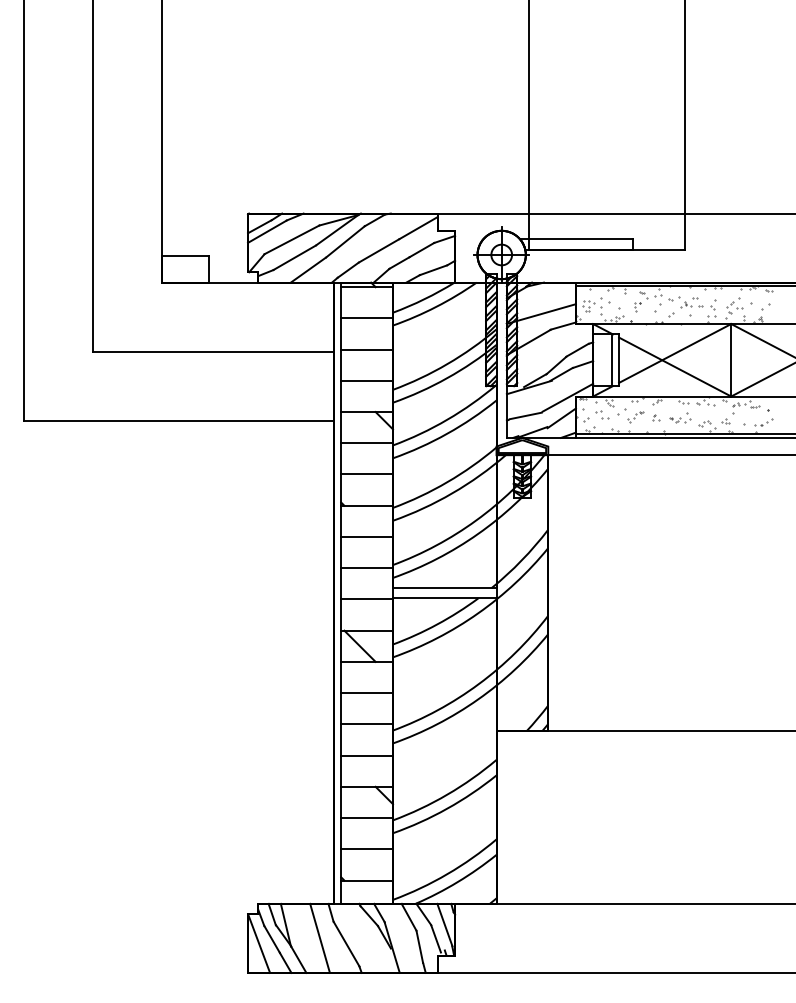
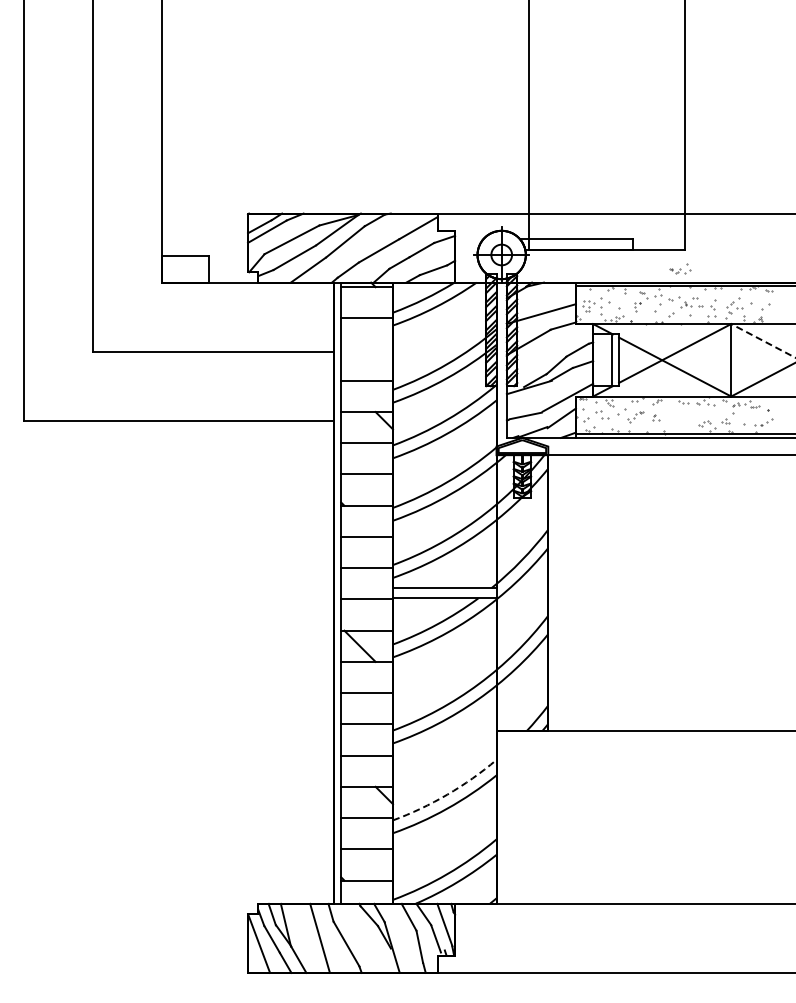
line at (763, 340): solid -> dashed
line at (366, 349): present -> none
part at (680, 417) position: (680, 417) -> (680, 268)
arc at (447, 794): solid -> dashed
